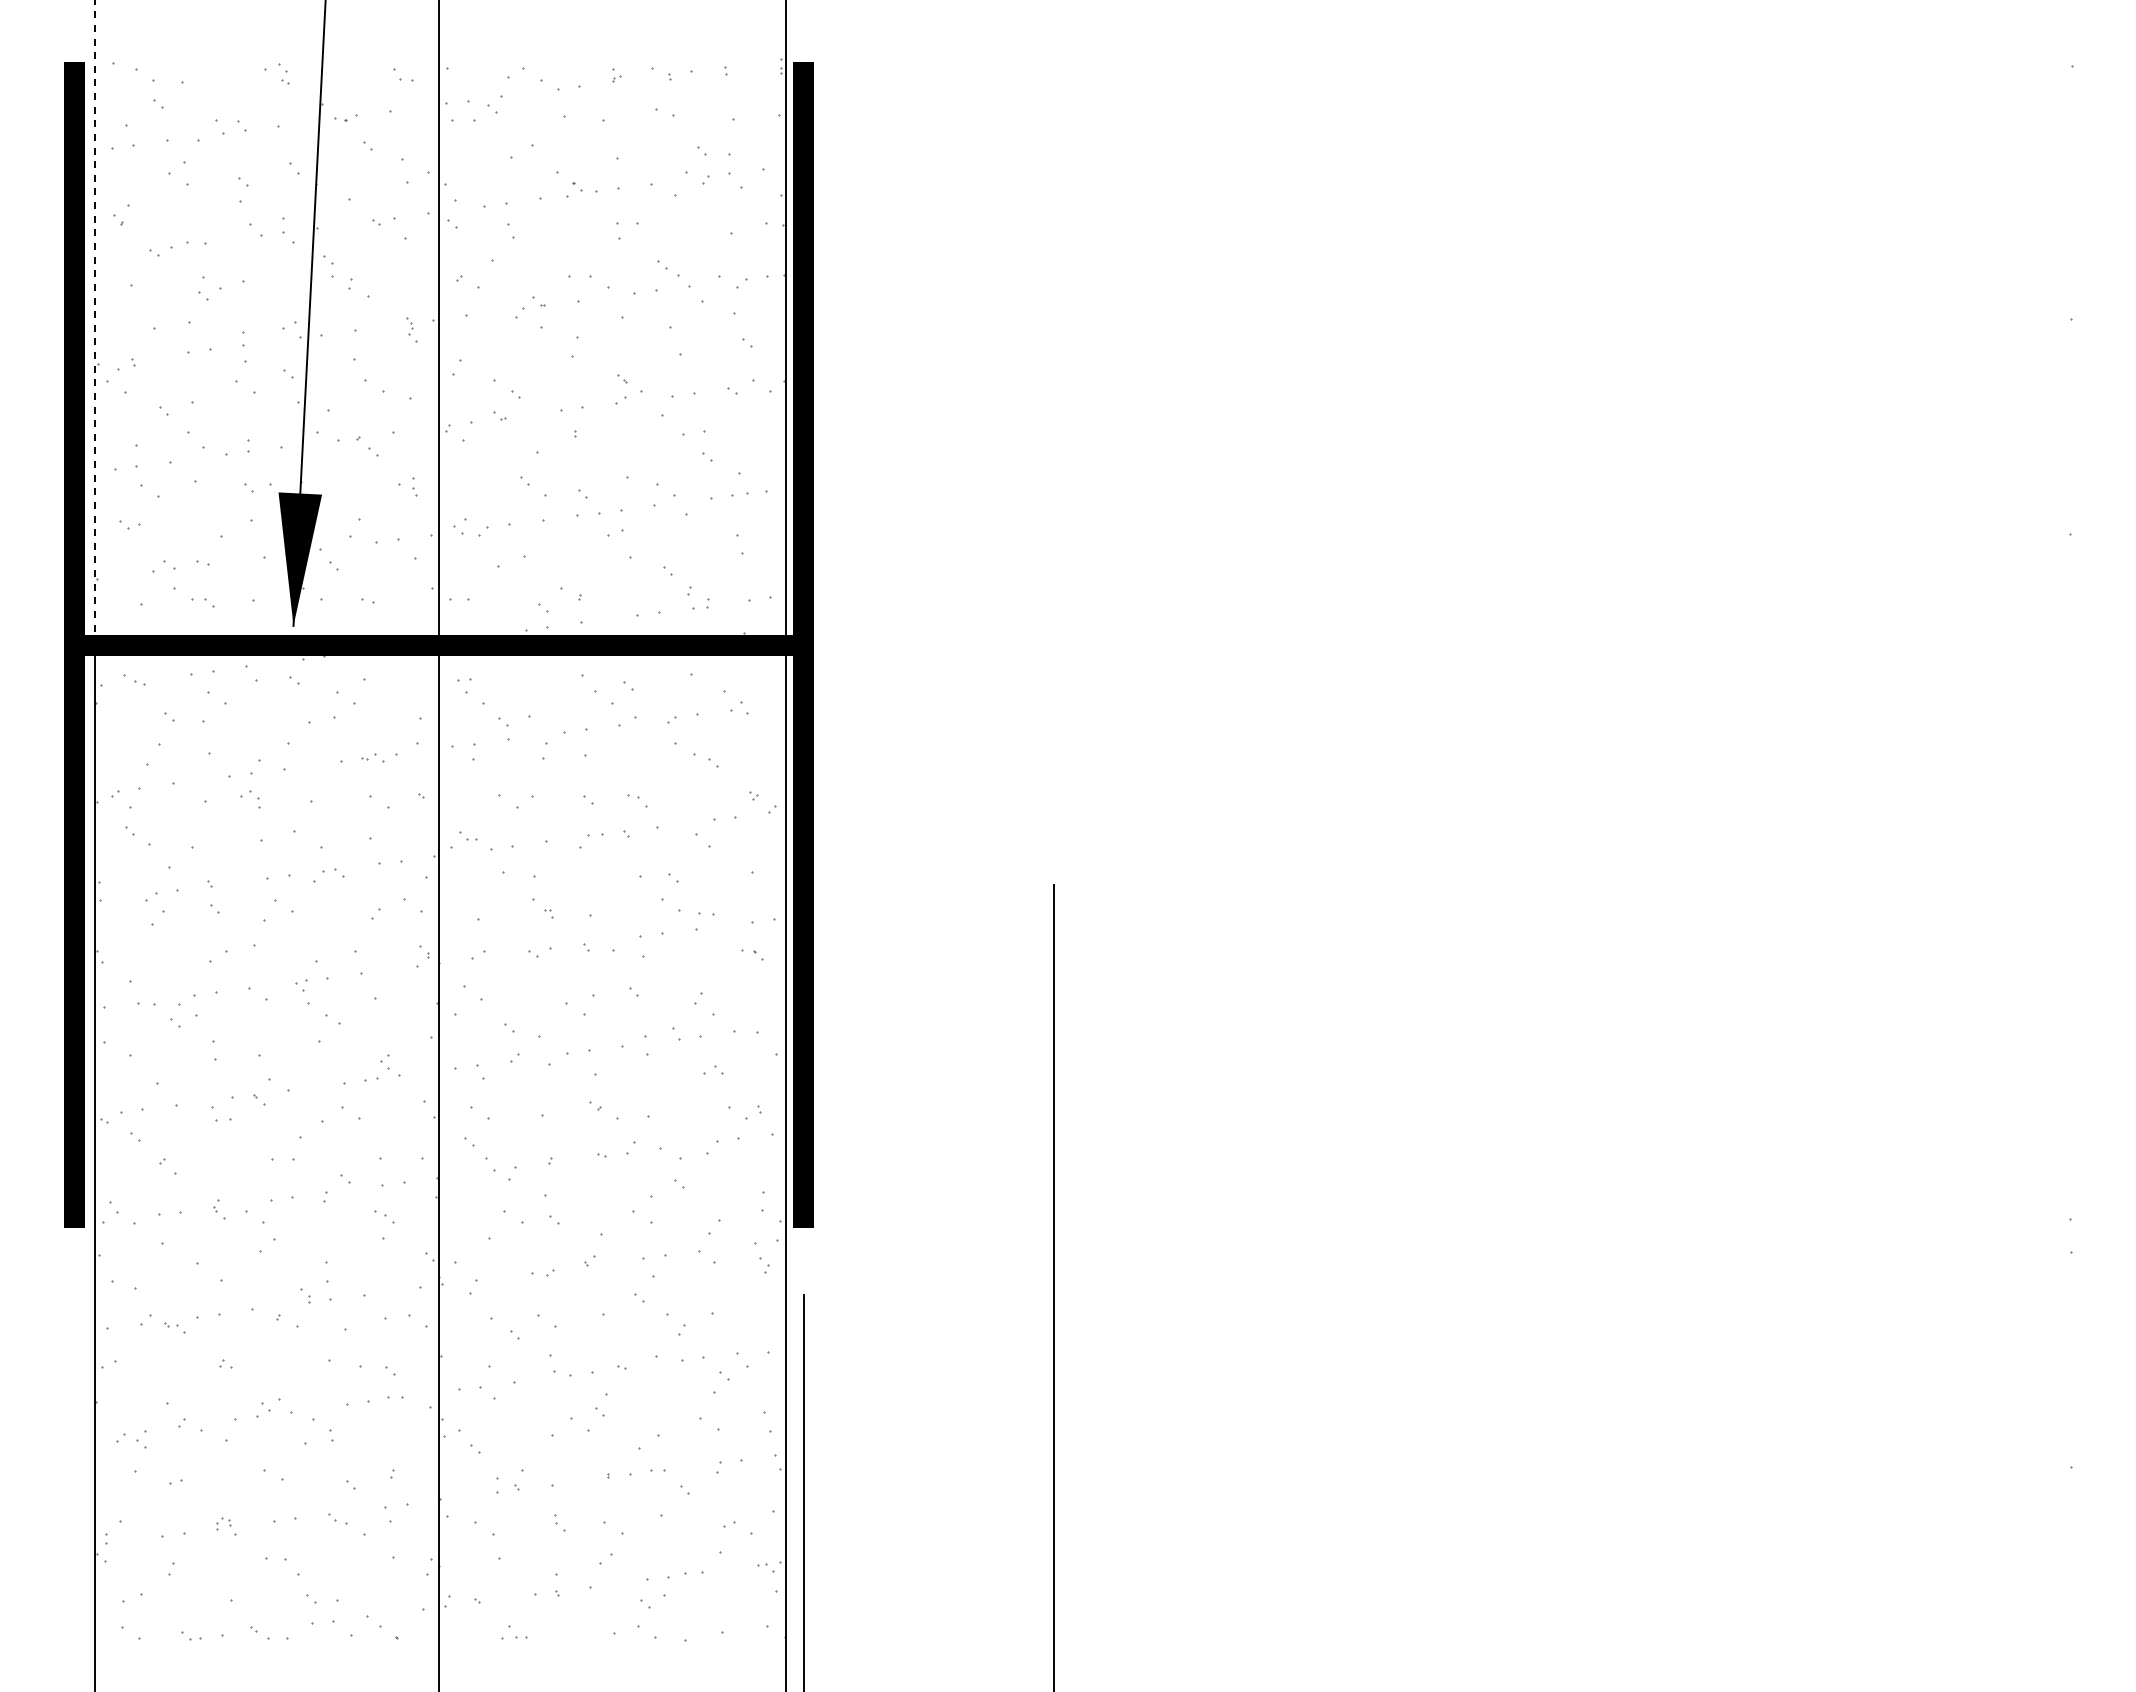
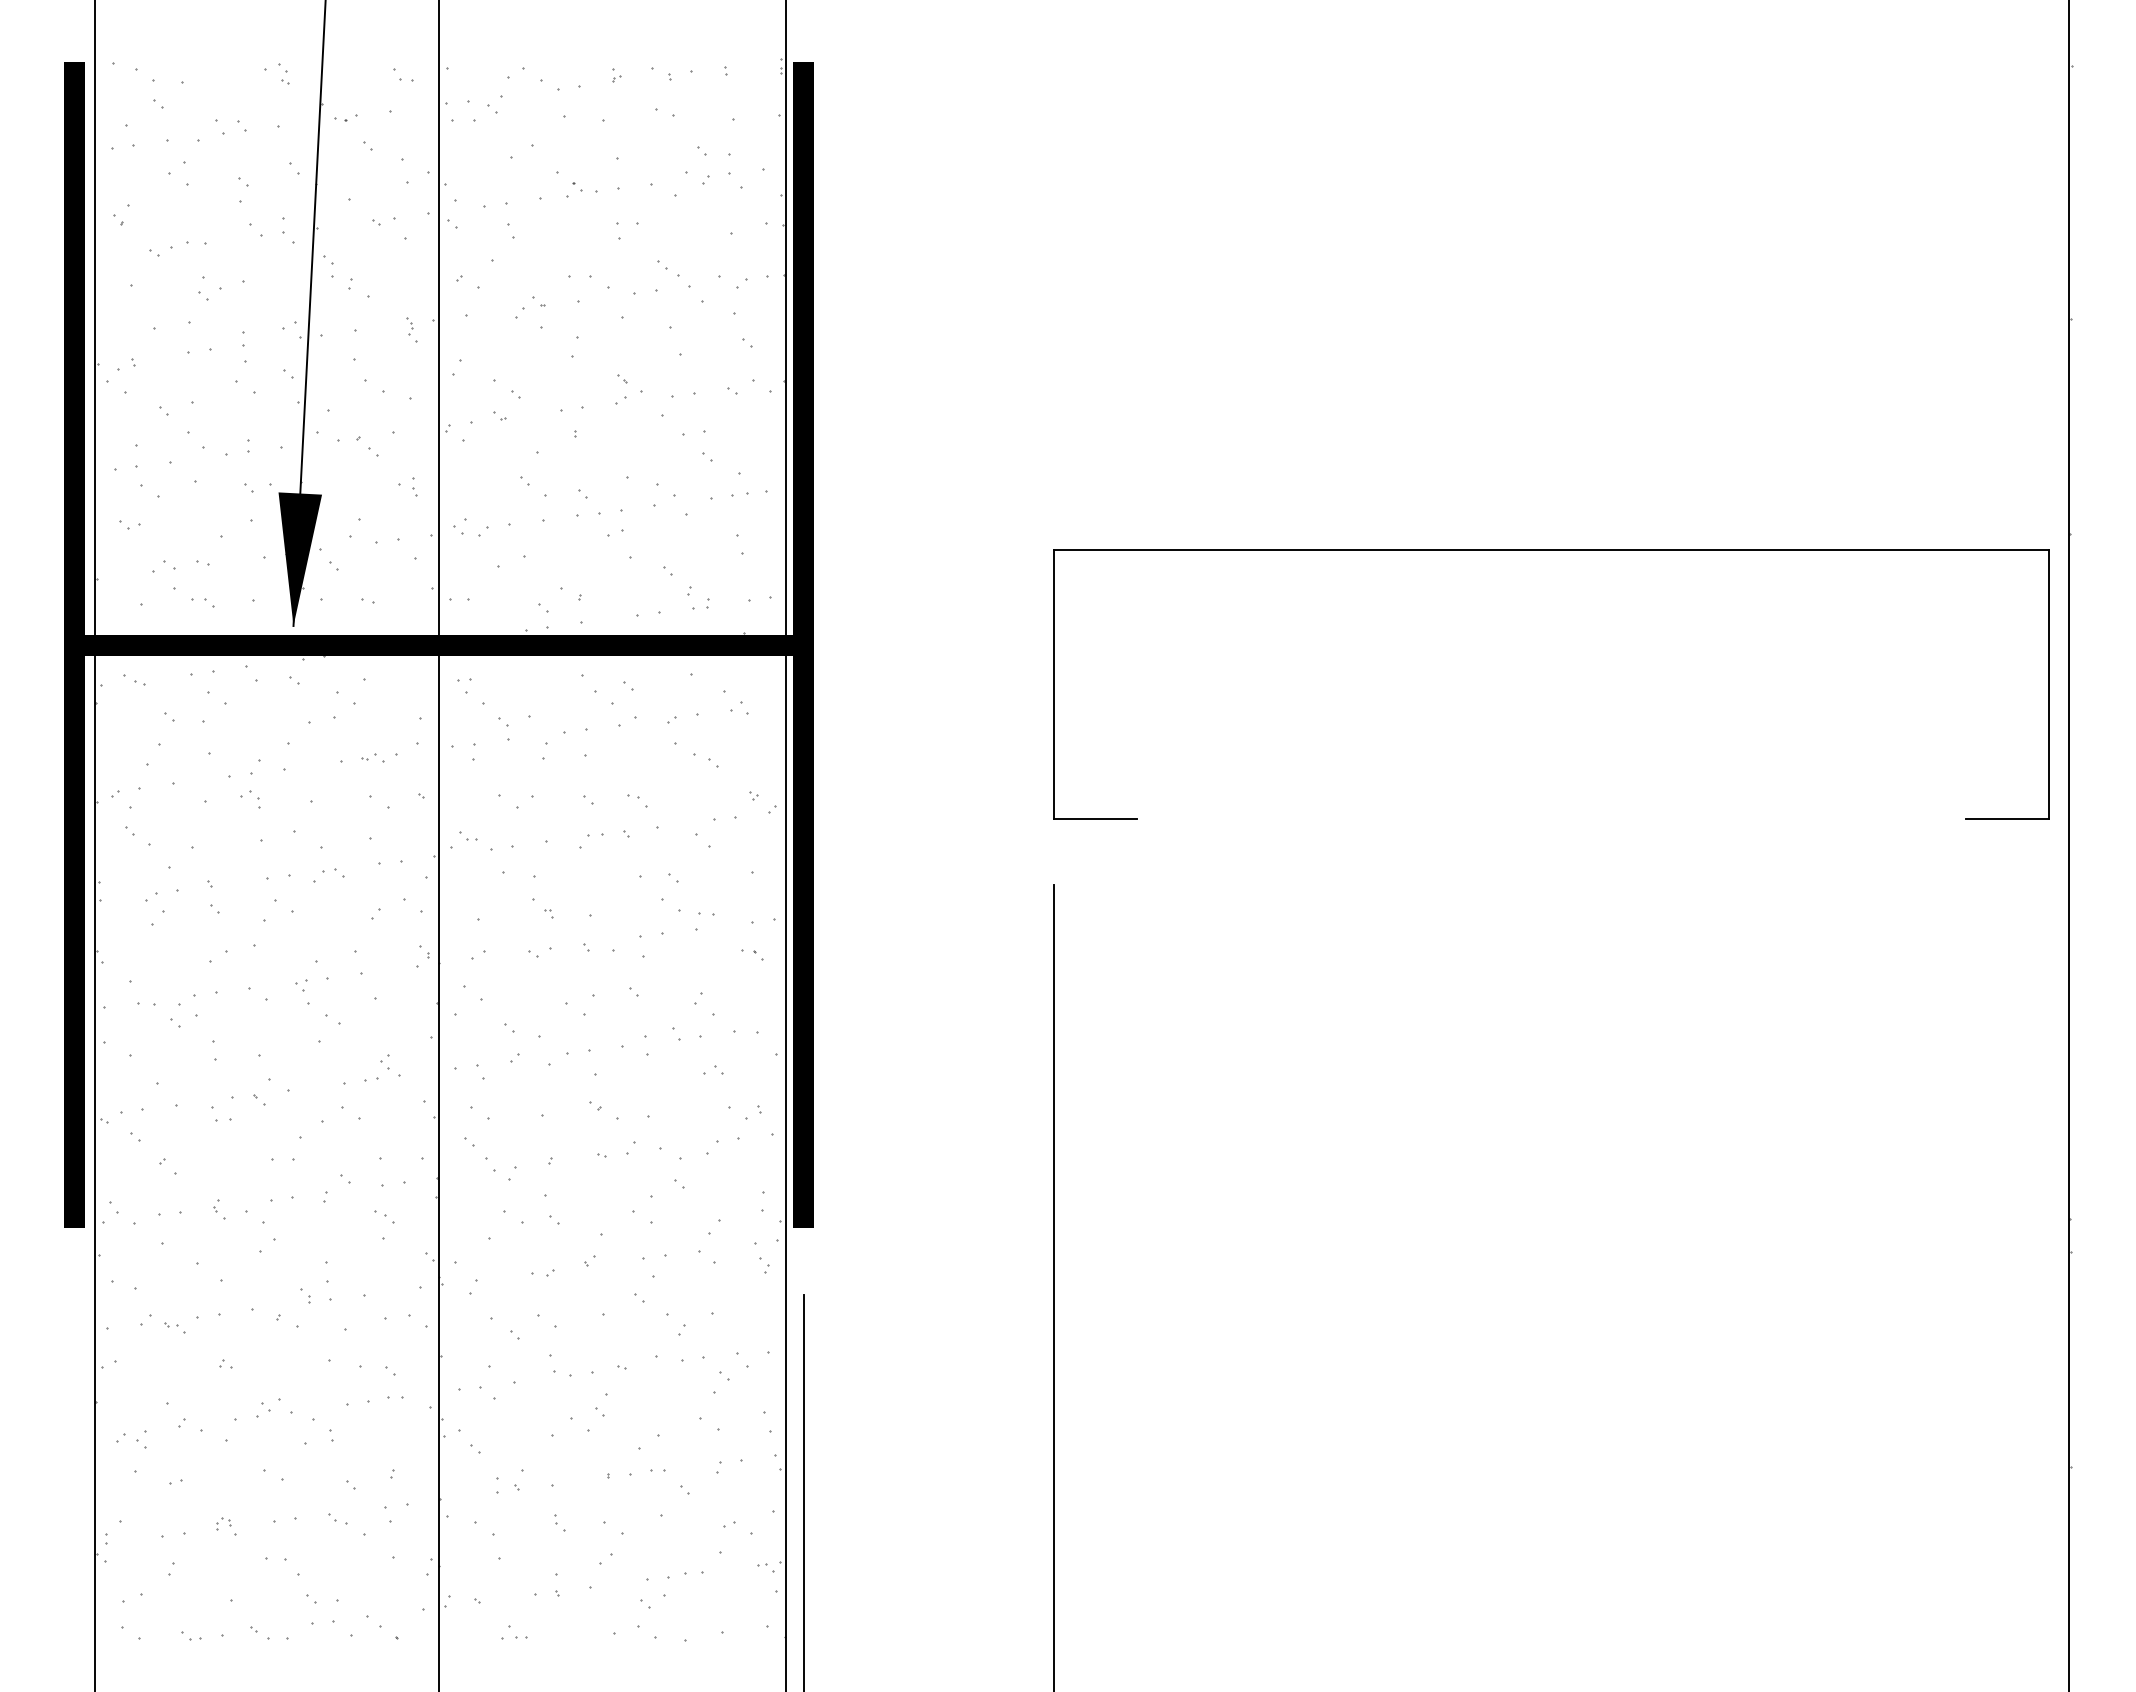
line at (95, 322): dashed -> solid
part at (1551, 550): none -> present
line at (2069, 845): none -> present
